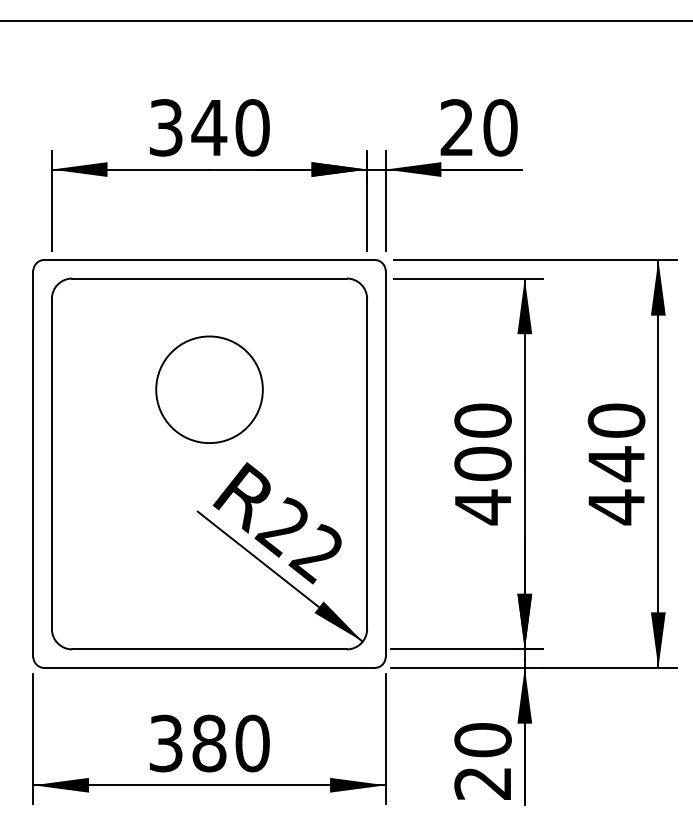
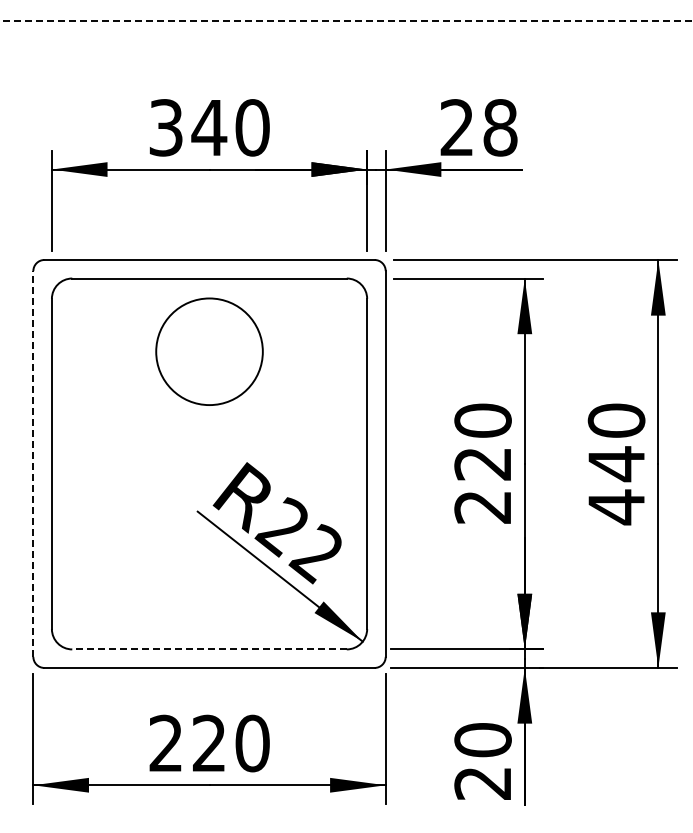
line at (346, 21): solid -> dashed
text at (500, 127): 20 -> 28
circle at (209, 389) position: (209, 389) -> (209, 351)
line at (33, 463): solid -> dashed
text at (482, 485): 400 -> 220
line at (209, 649): solid -> dashed
text at (187, 743): 380 -> 220
